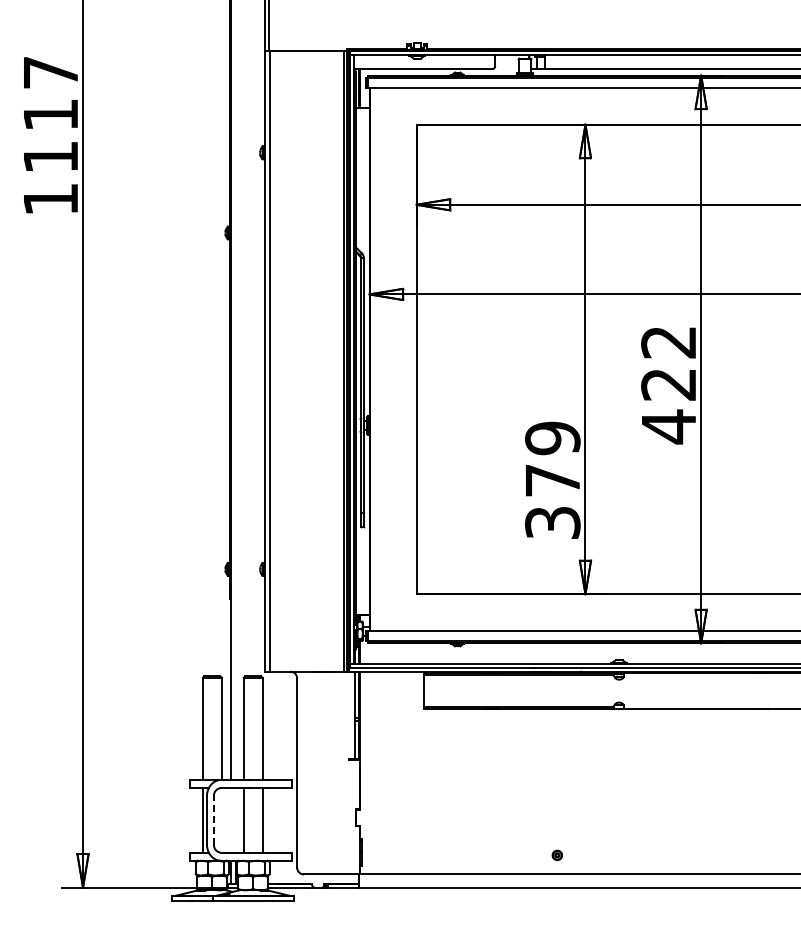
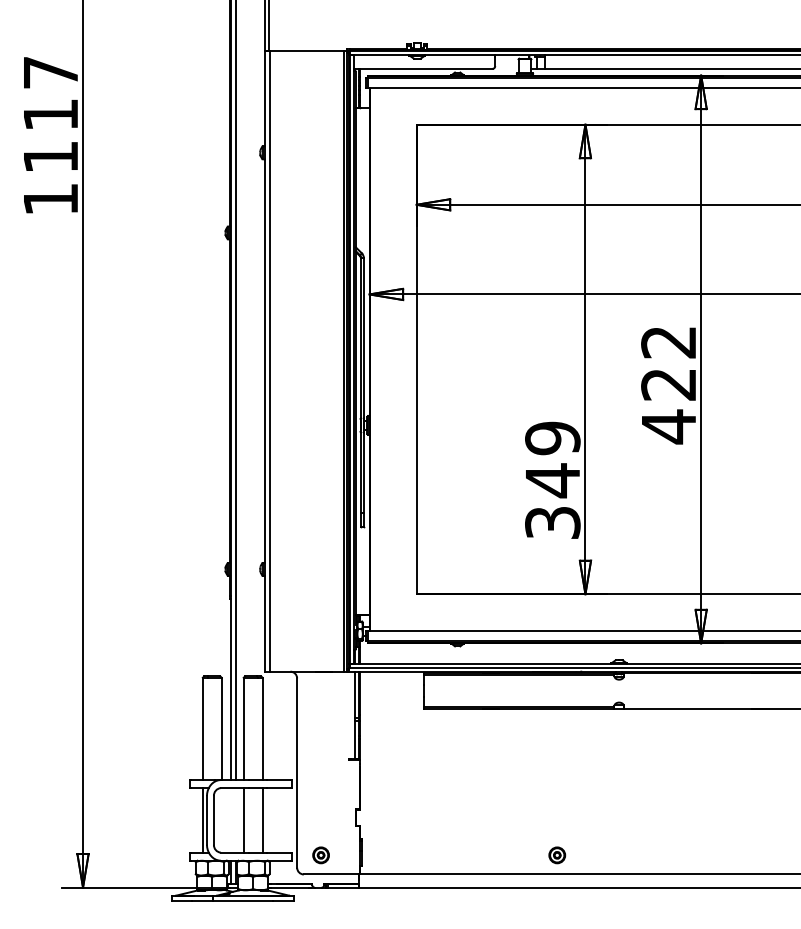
line at (235, 391): none -> present
text at (552, 480): 379 -> 349
line at (213, 819): dashed -> solid
part at (320, 855): none -> present
part at (556, 855) size: 12x13 px -> 19x19 px
